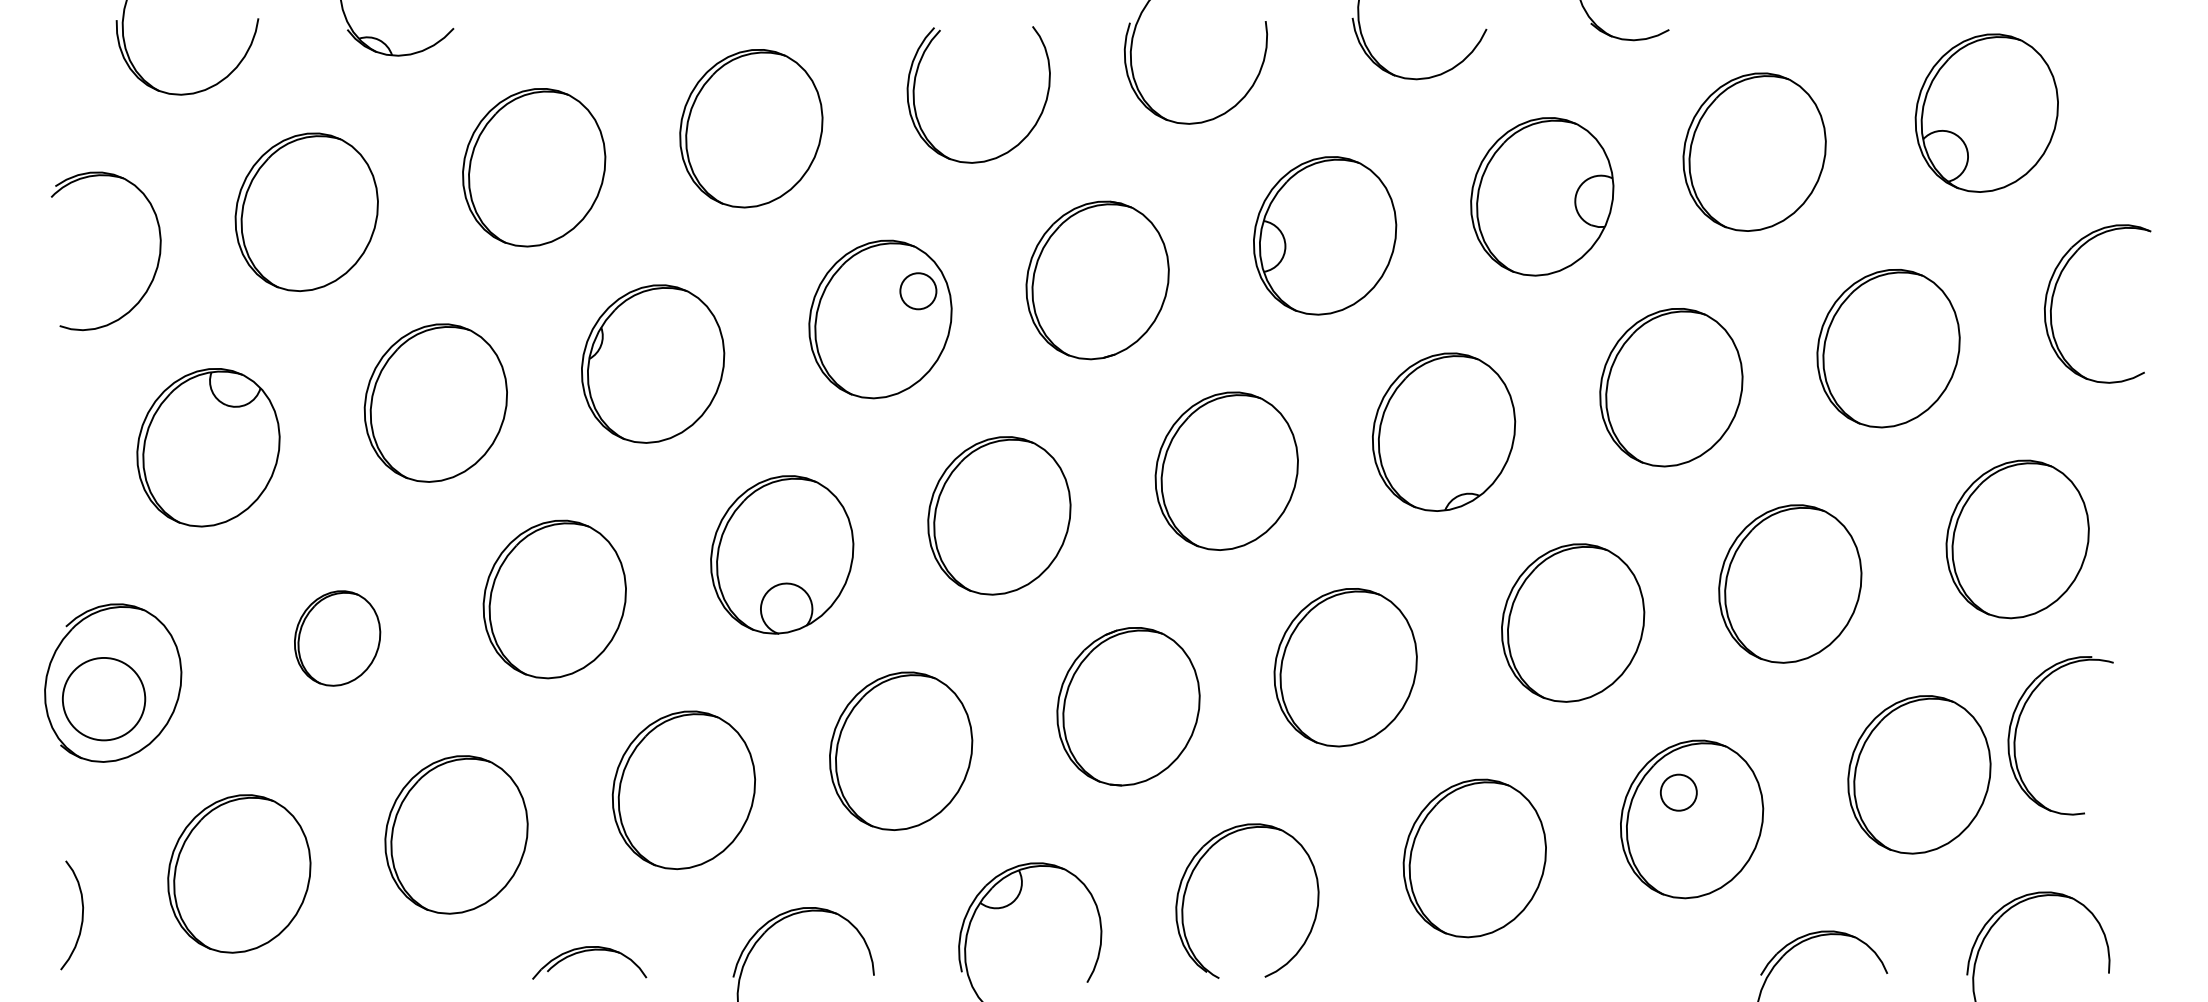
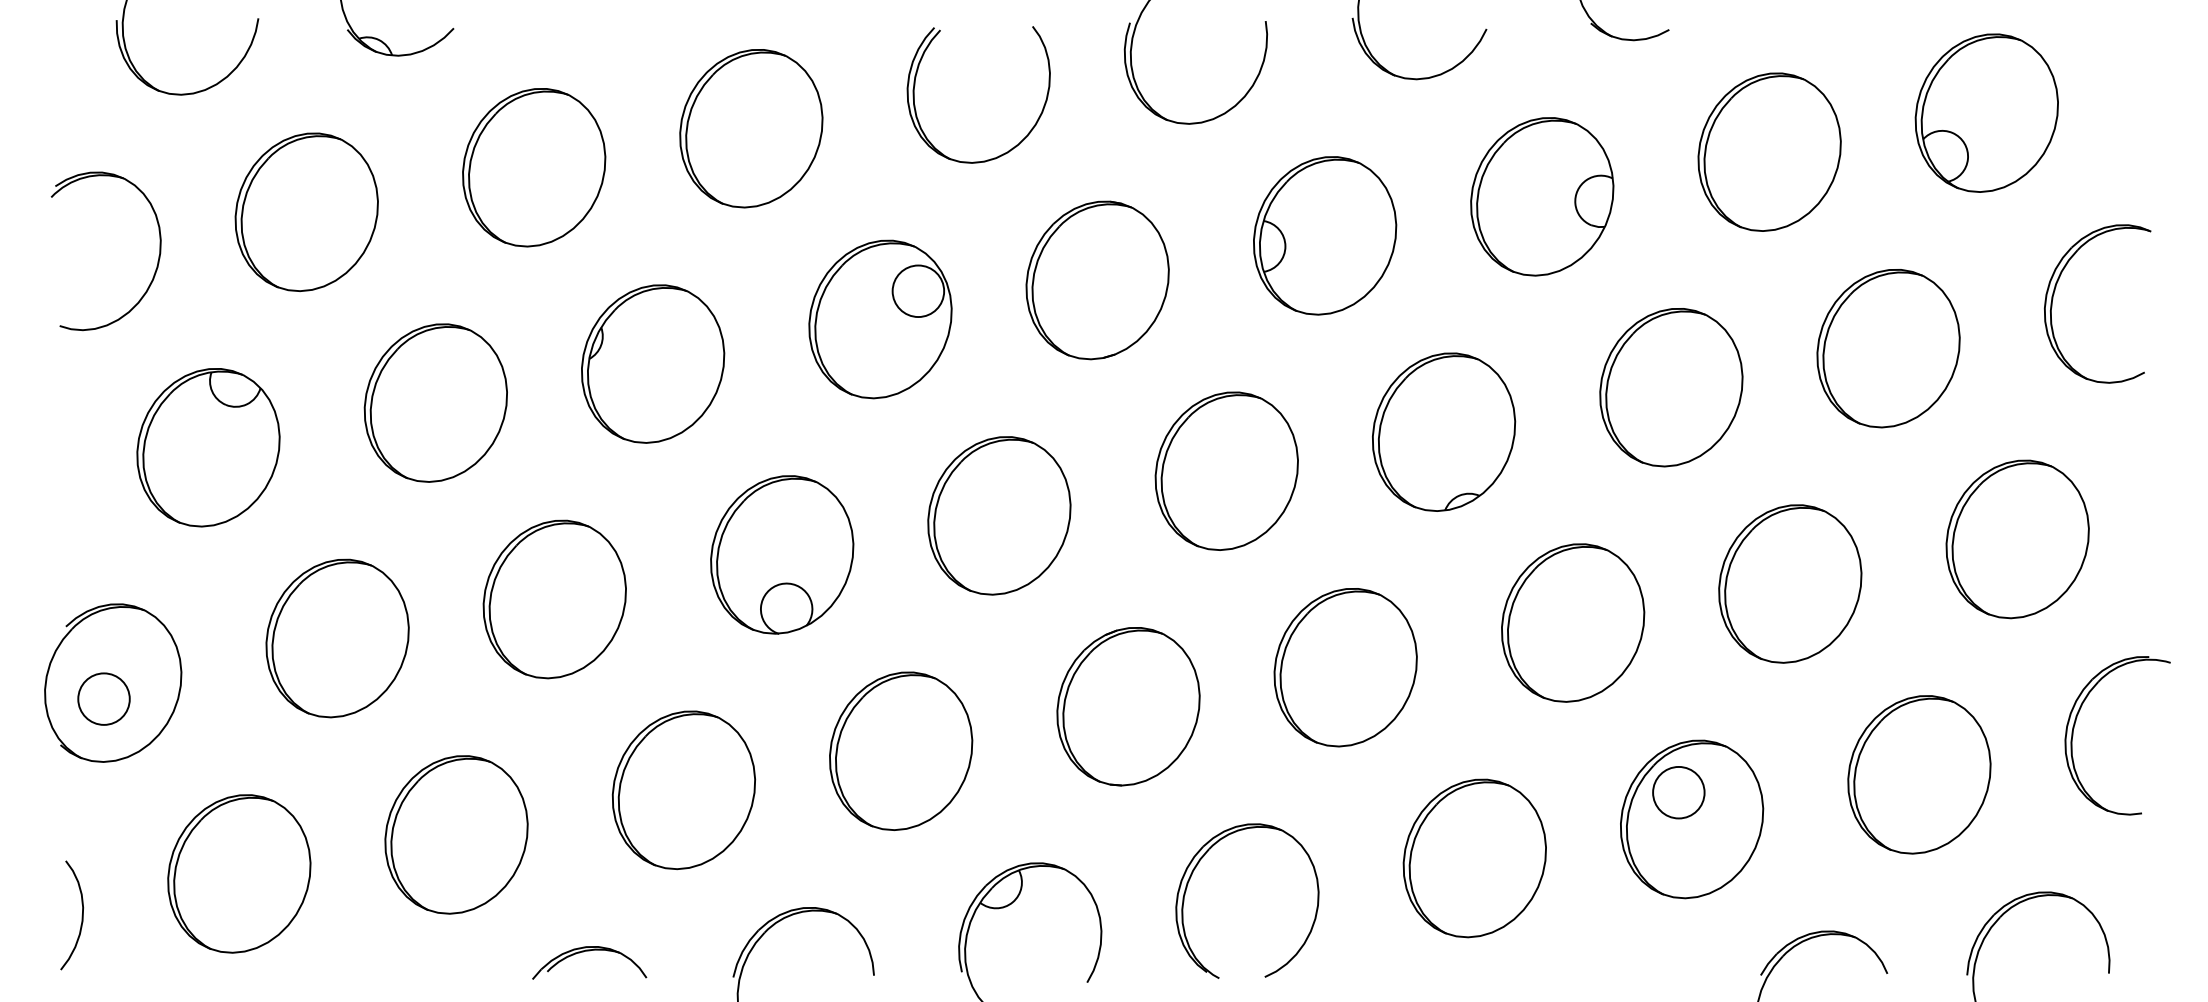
part at (1754, 151) position: (1754, 151) -> (1769, 151)
circle at (918, 291) diameter: 36 px -> 52 px
part at (337, 638) size: 88x97 px -> 145x161 px
circle at (103, 698) diameter: 82 px -> 52 px
part at (2019, 721) position: (2019, 721) -> (2076, 721)
circle at (1678, 792) diameter: 36 px -> 52 px
